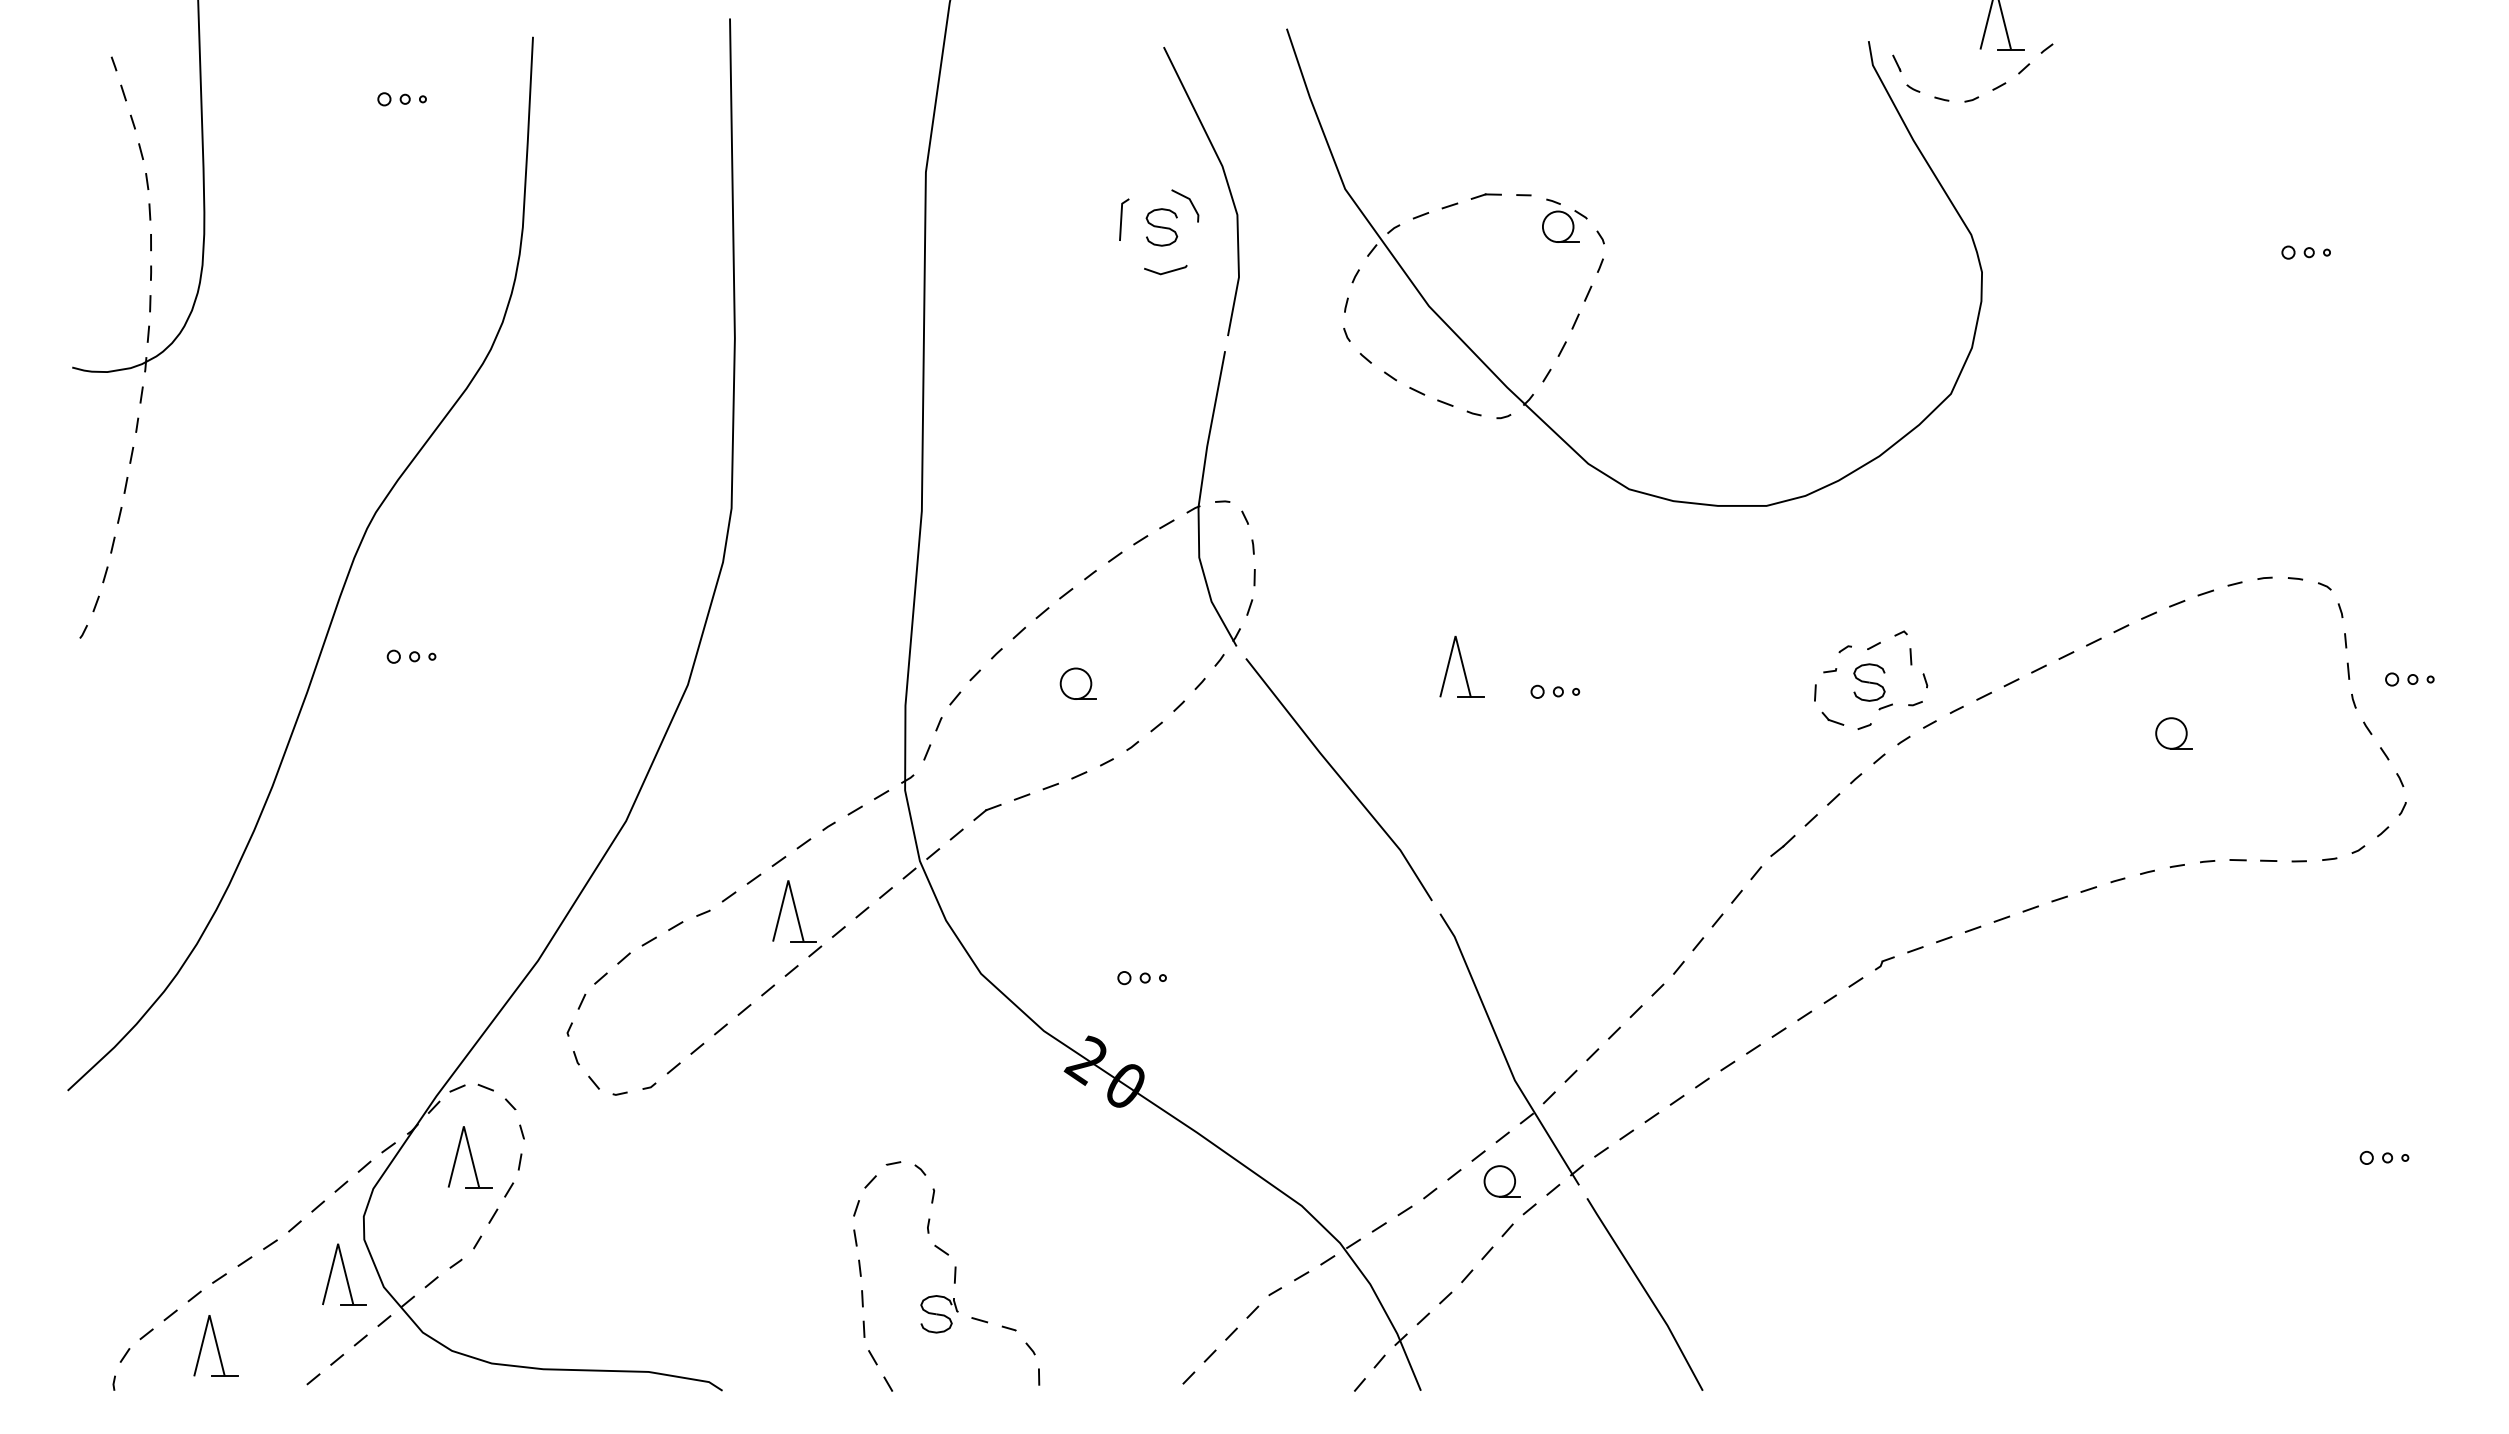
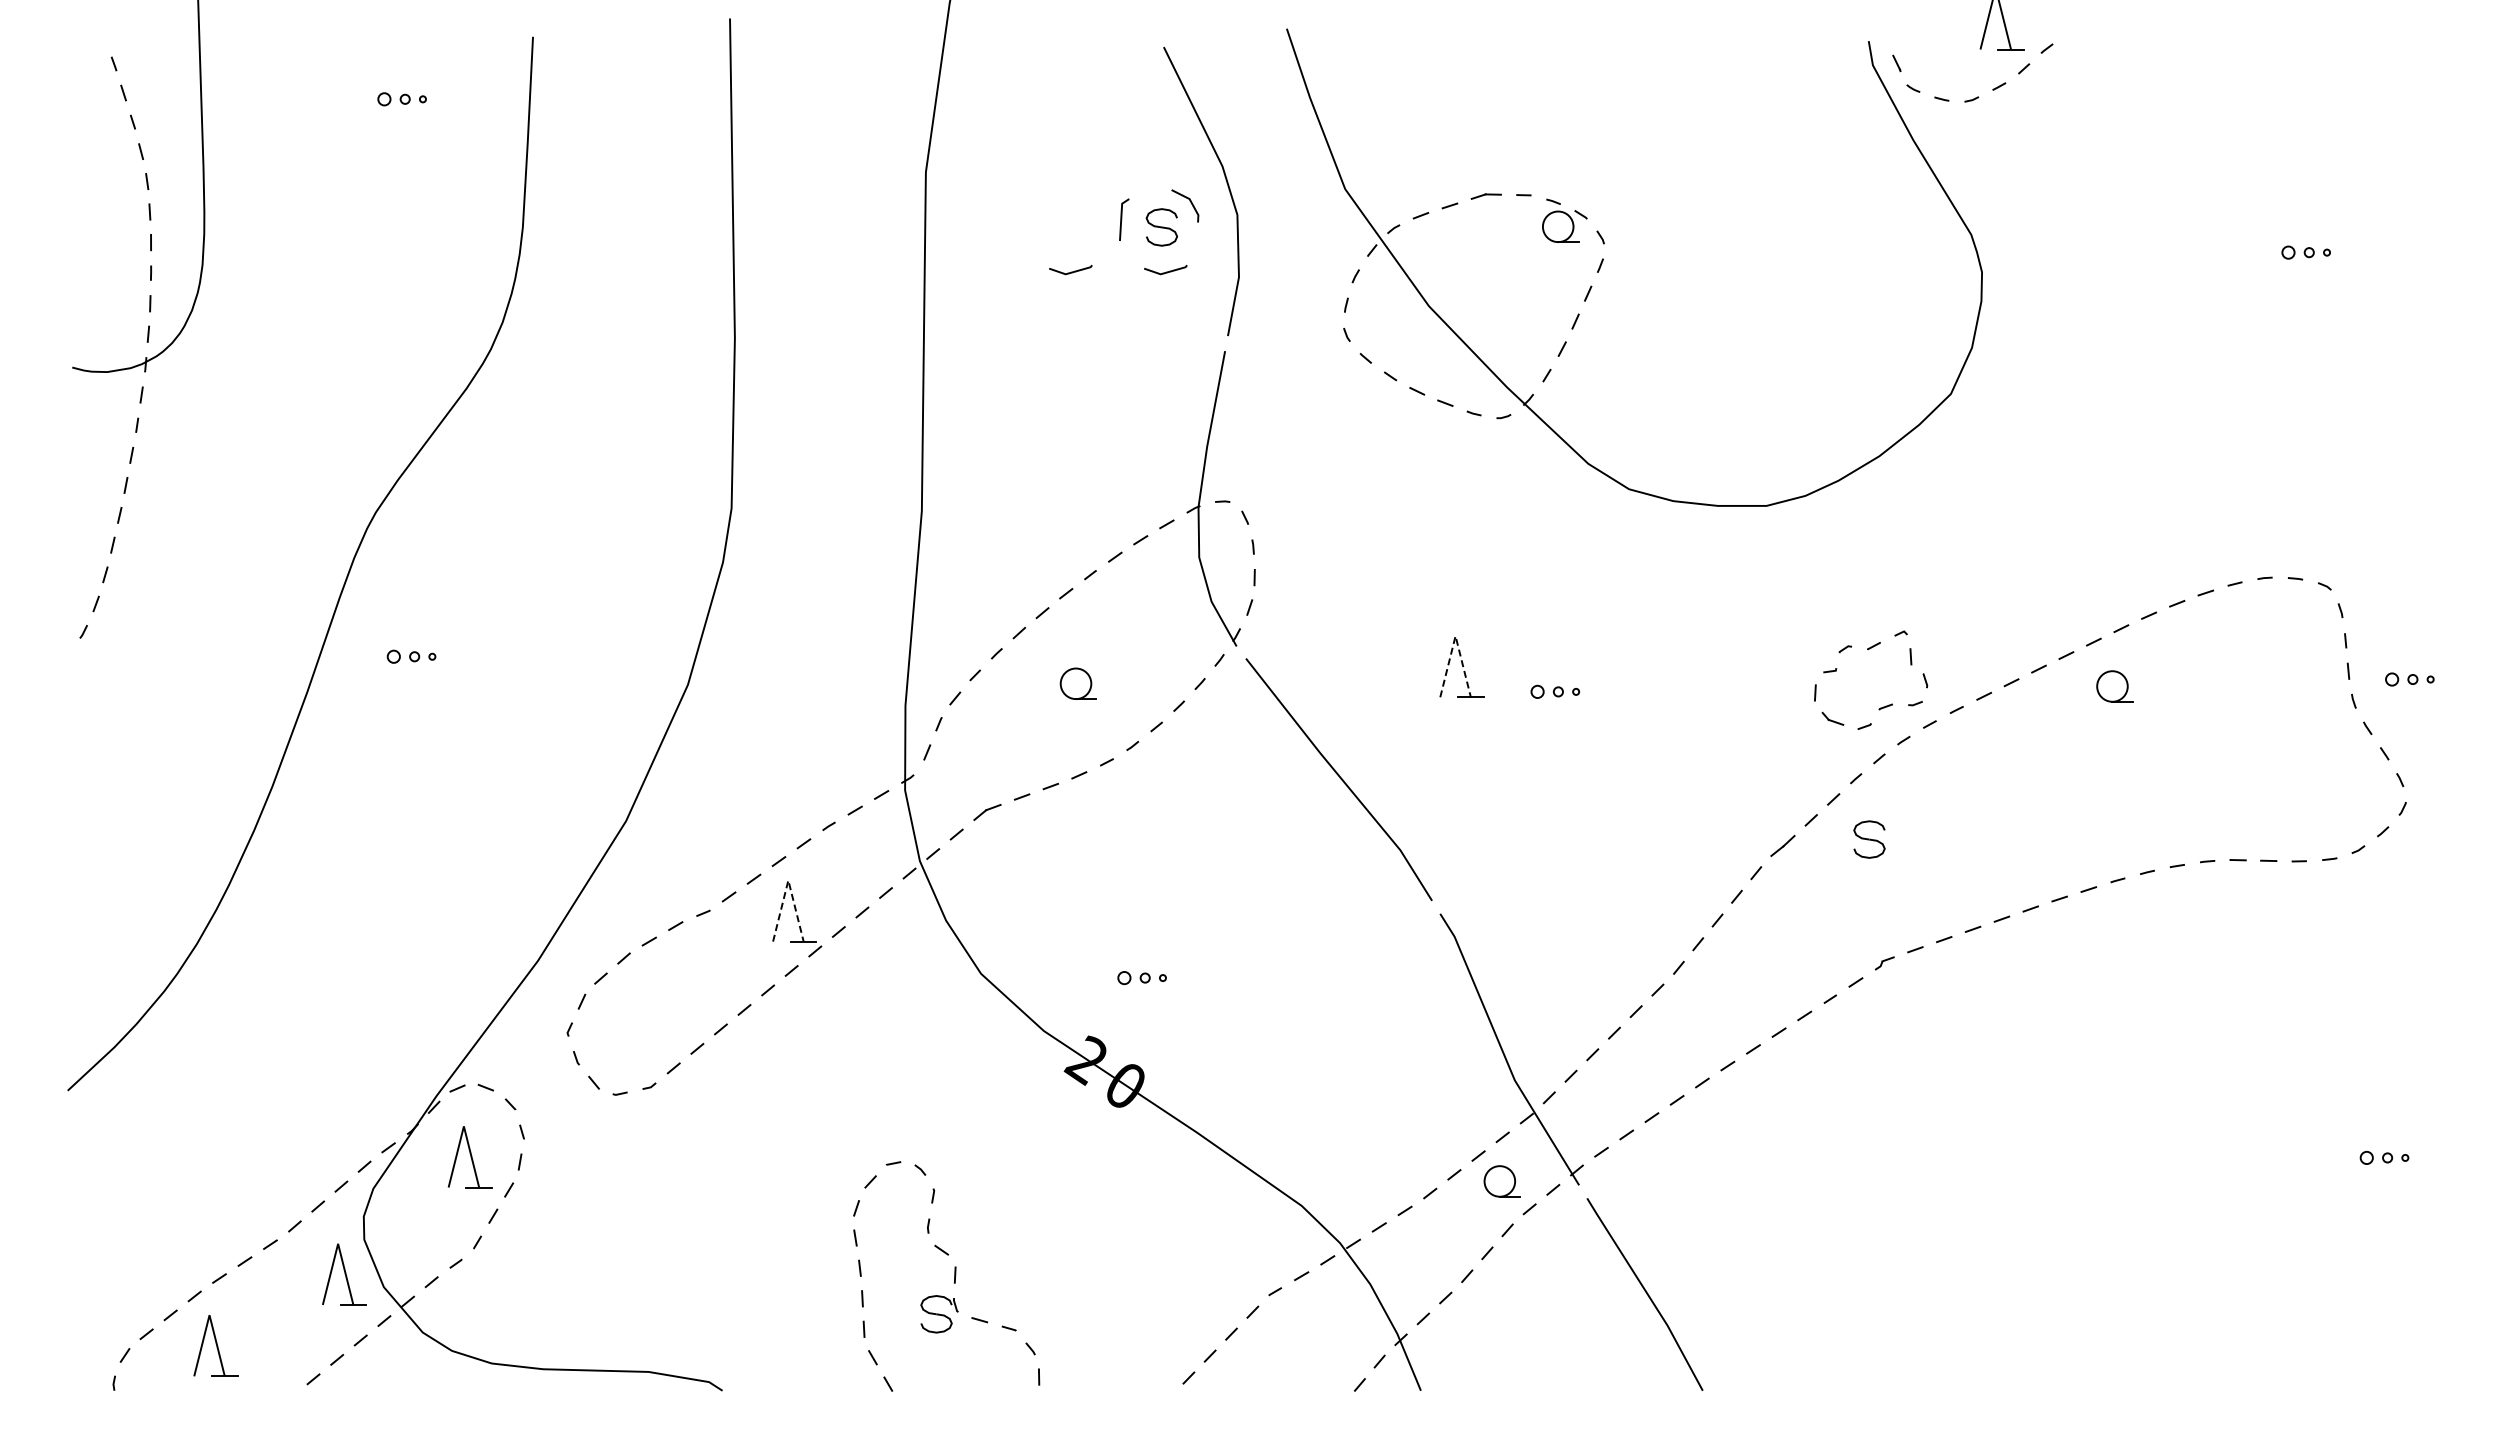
line at (1071, 271): none -> present
line at (1455, 636): solid -> dashed
part at (1869, 682) position: (1869, 682) -> (1869, 839)
part at (2173, 733) position: (2173, 733) -> (2114, 686)
line at (788, 880): solid -> dashed
